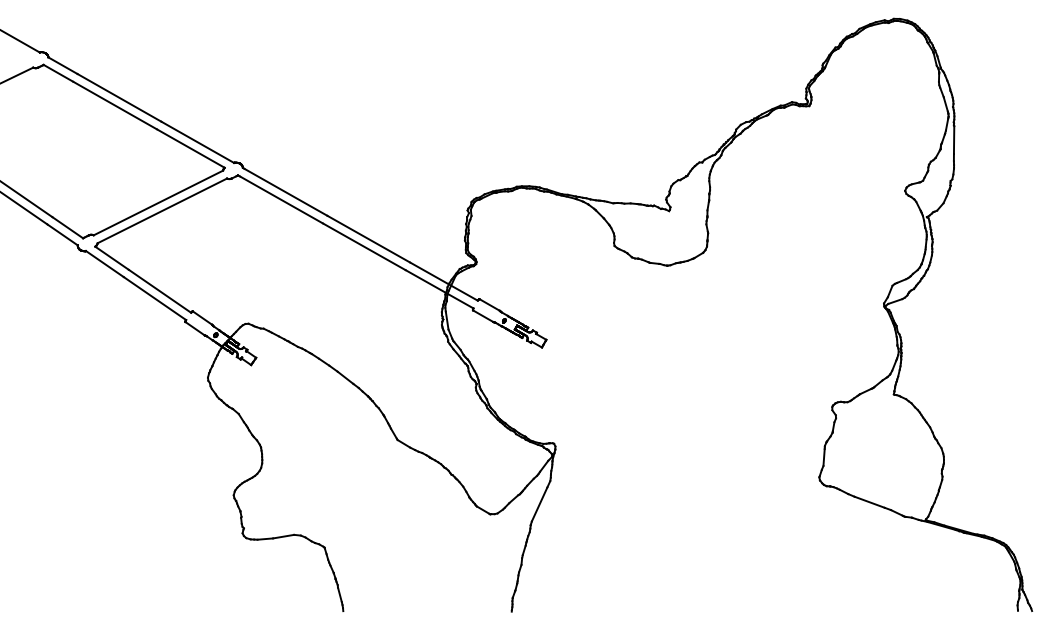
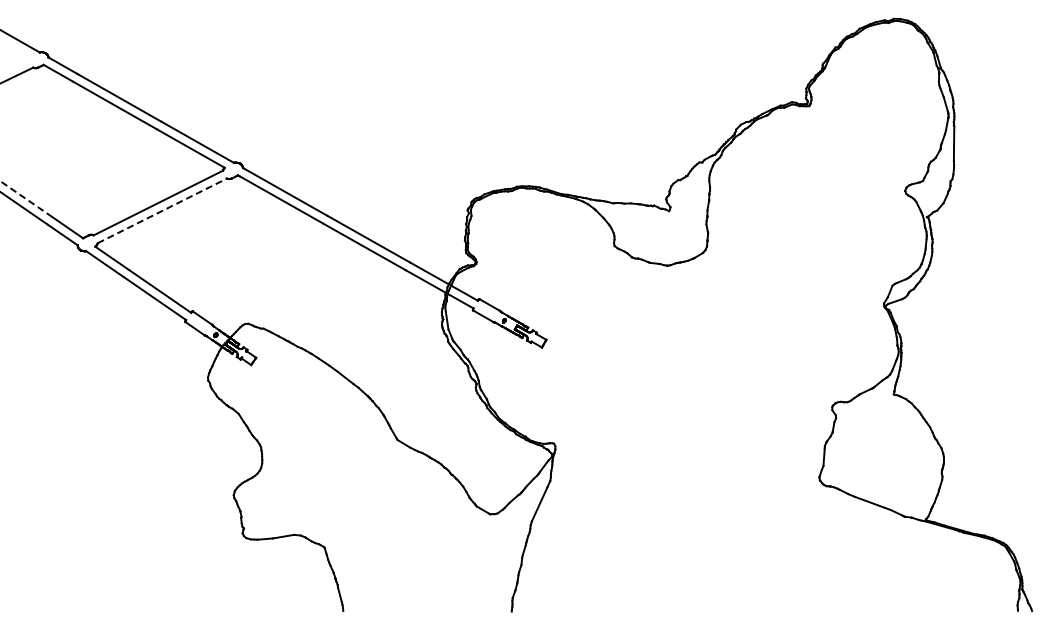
line at (26, 199): solid -> dashed
line at (162, 210): solid -> dashed
